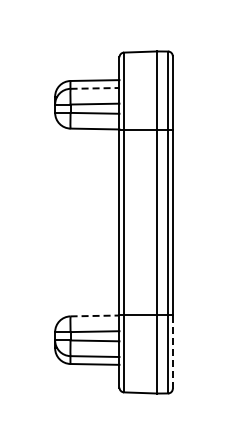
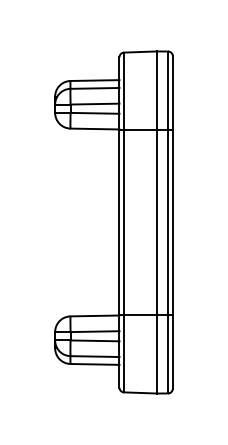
line at (95, 88): dashed -> solid
line at (95, 315): dashed -> solid
line at (172, 351): dashed -> solid
